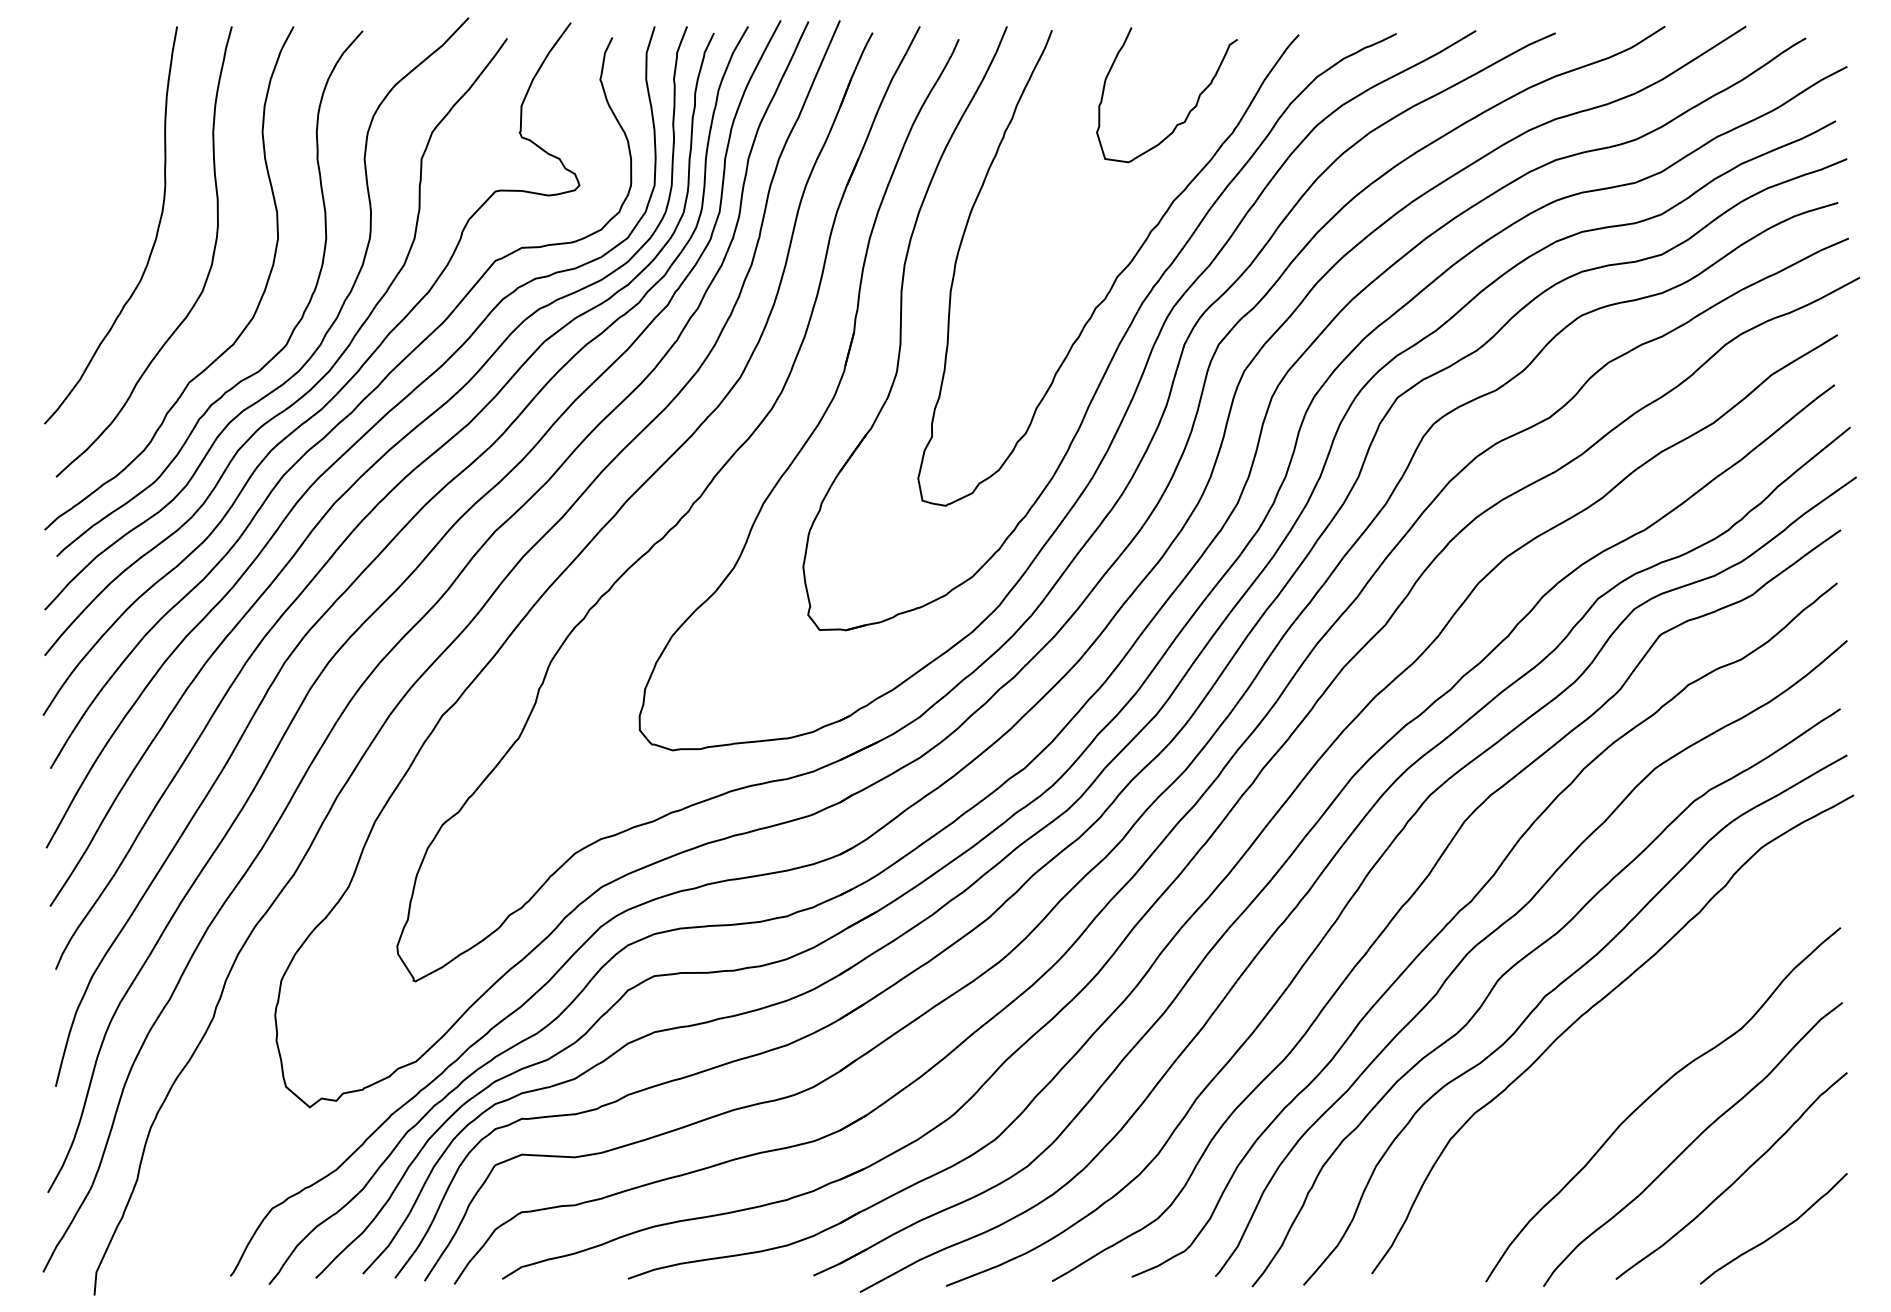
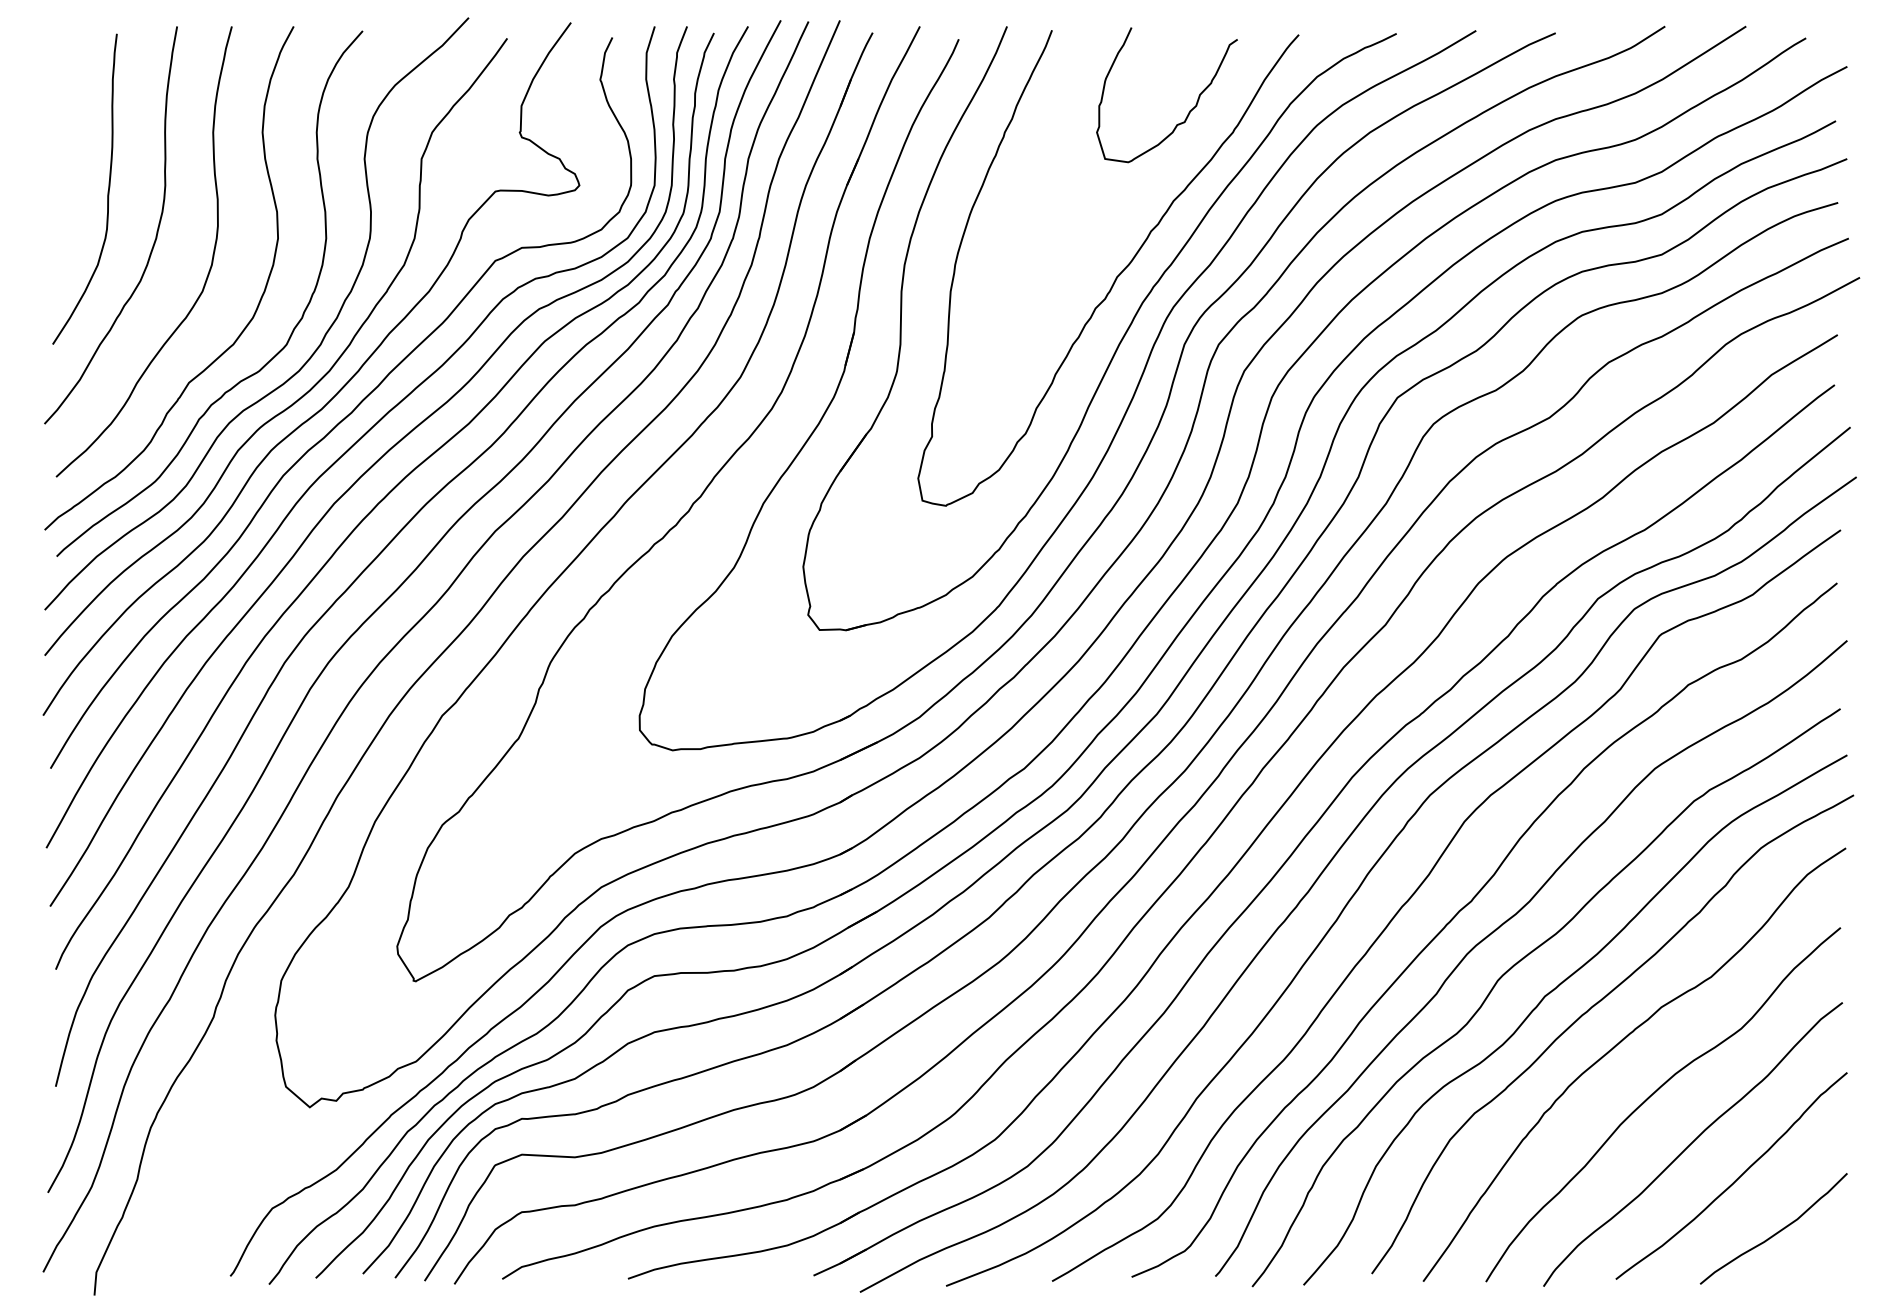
curve at (107, 191): none -> present
curve at (1620, 1043): none -> present
